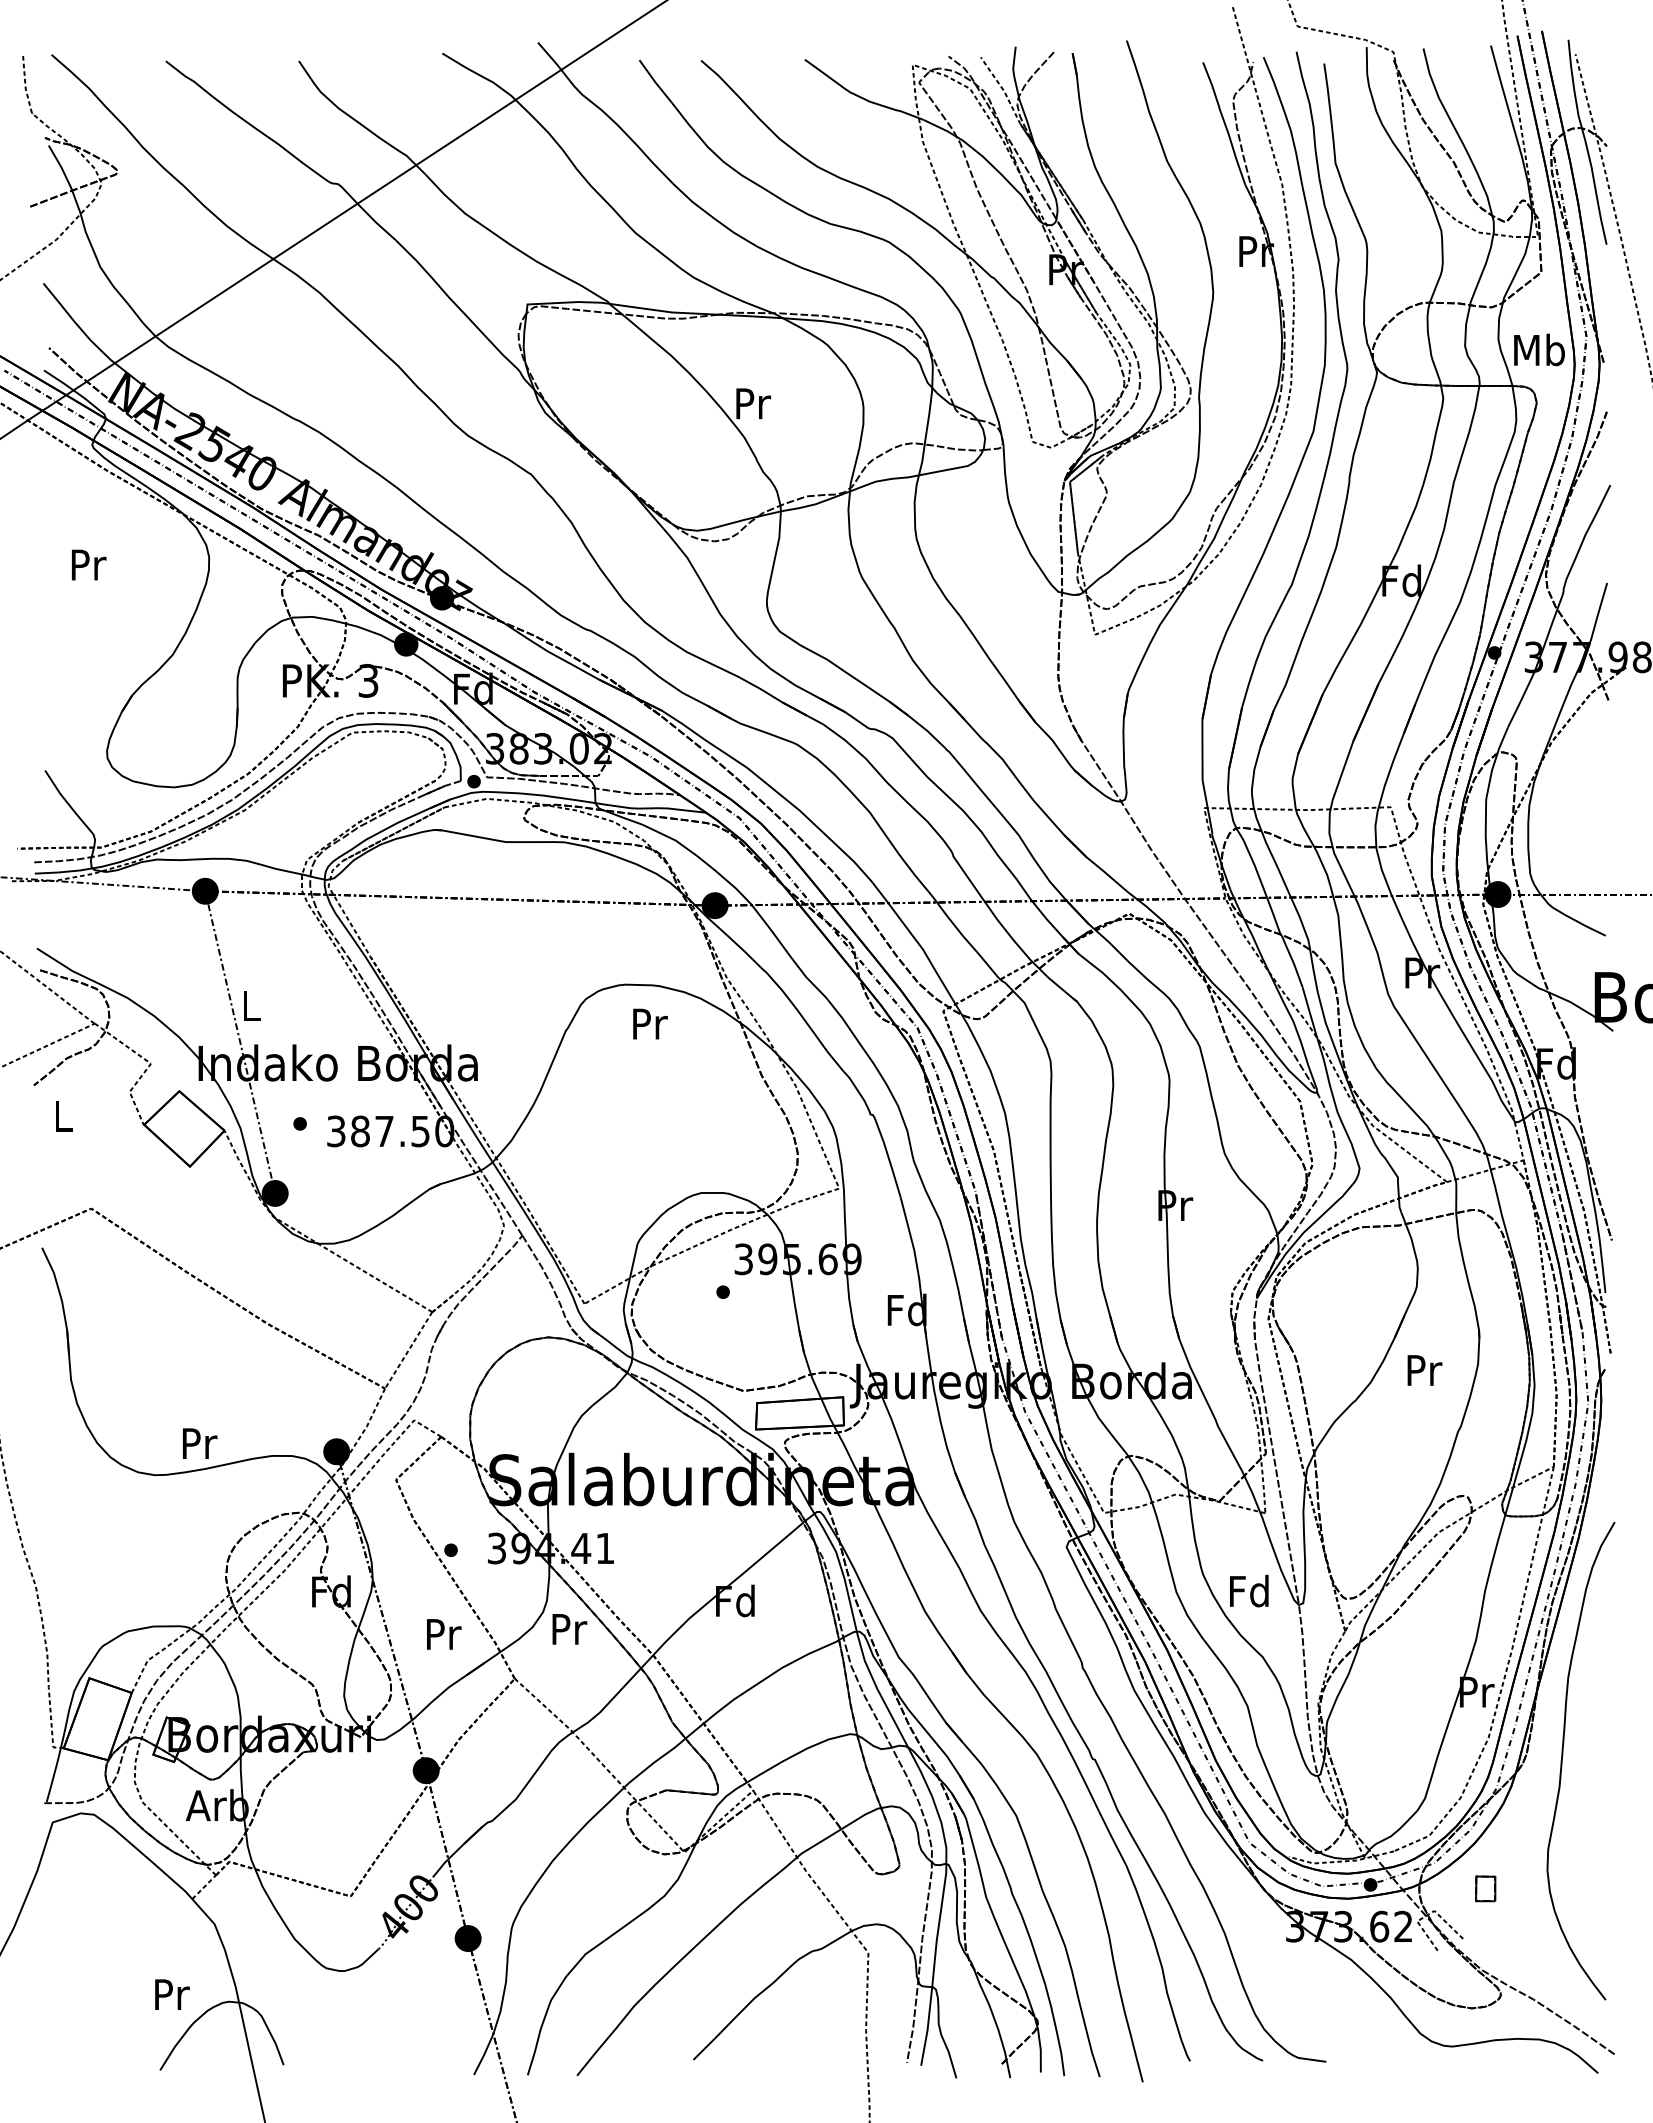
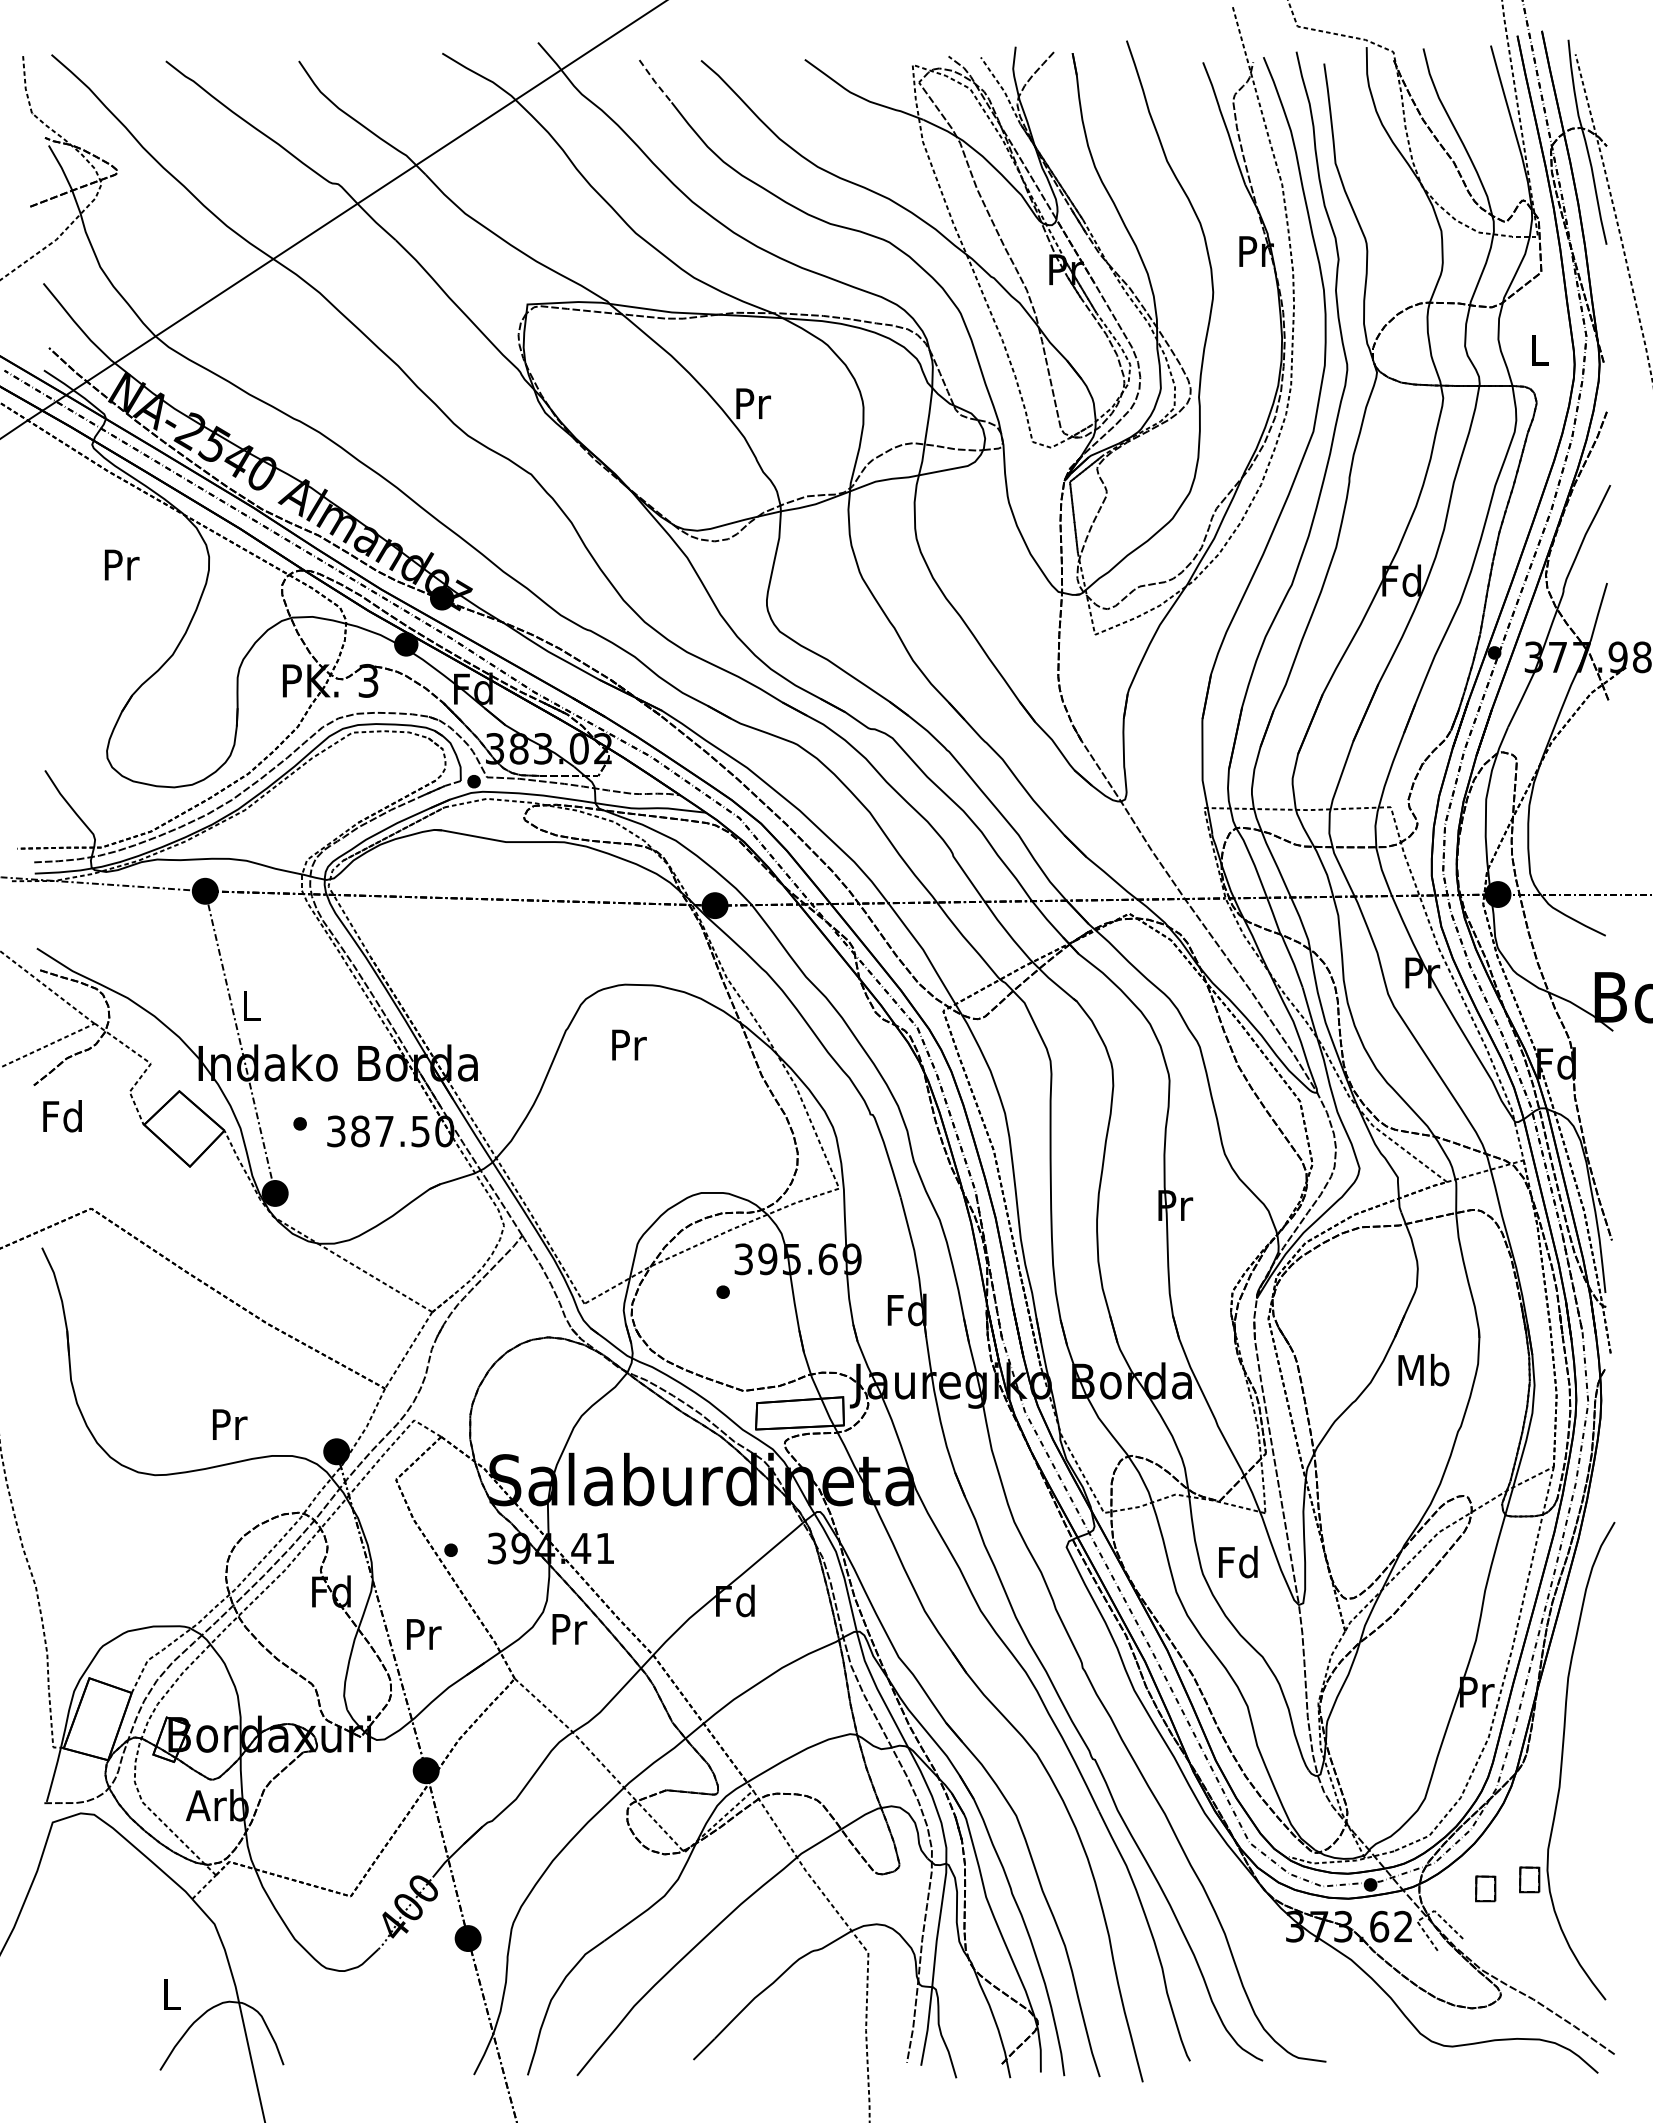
line at (655, 82): solid -> dashed
text at (1539, 349): Mb -> L
text at (89, 564) position: (89, 564) -> (122, 564)
text at (650, 1023) position: (650, 1023) -> (629, 1044)
text at (62, 1116): L -> Fd
text at (1423, 1369): Pr -> Mb
text at (200, 1443) position: (200, 1443) -> (230, 1424)
text at (1249, 1590) position: (1249, 1590) -> (1238, 1561)
text at (444, 1634) position: (444, 1634) -> (424, 1634)
part at (1529, 1879): none -> present
text at (172, 1994): Pr -> L
